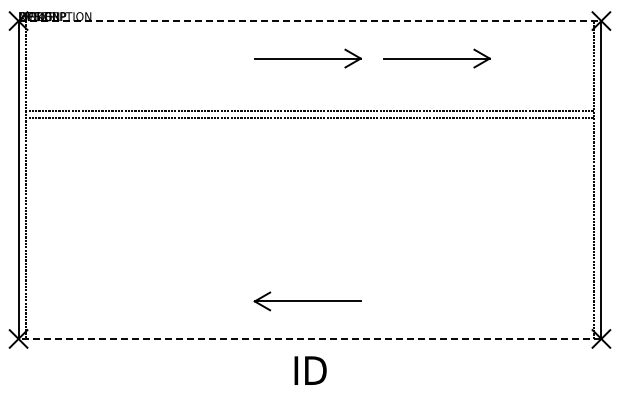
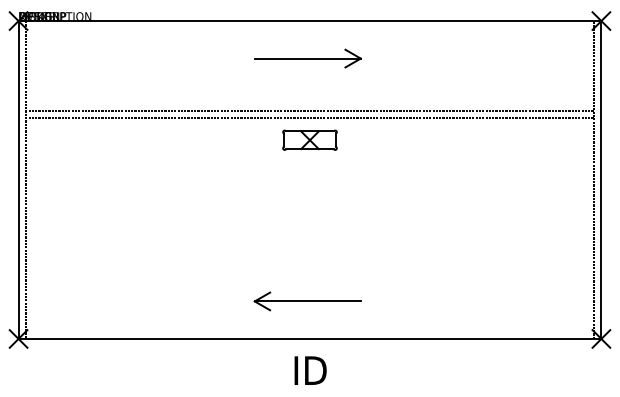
line at (310, 21): dashed -> solid
part at (436, 58): present -> none
part at (309, 139): none -> present
line at (309, 338): dashed -> solid
